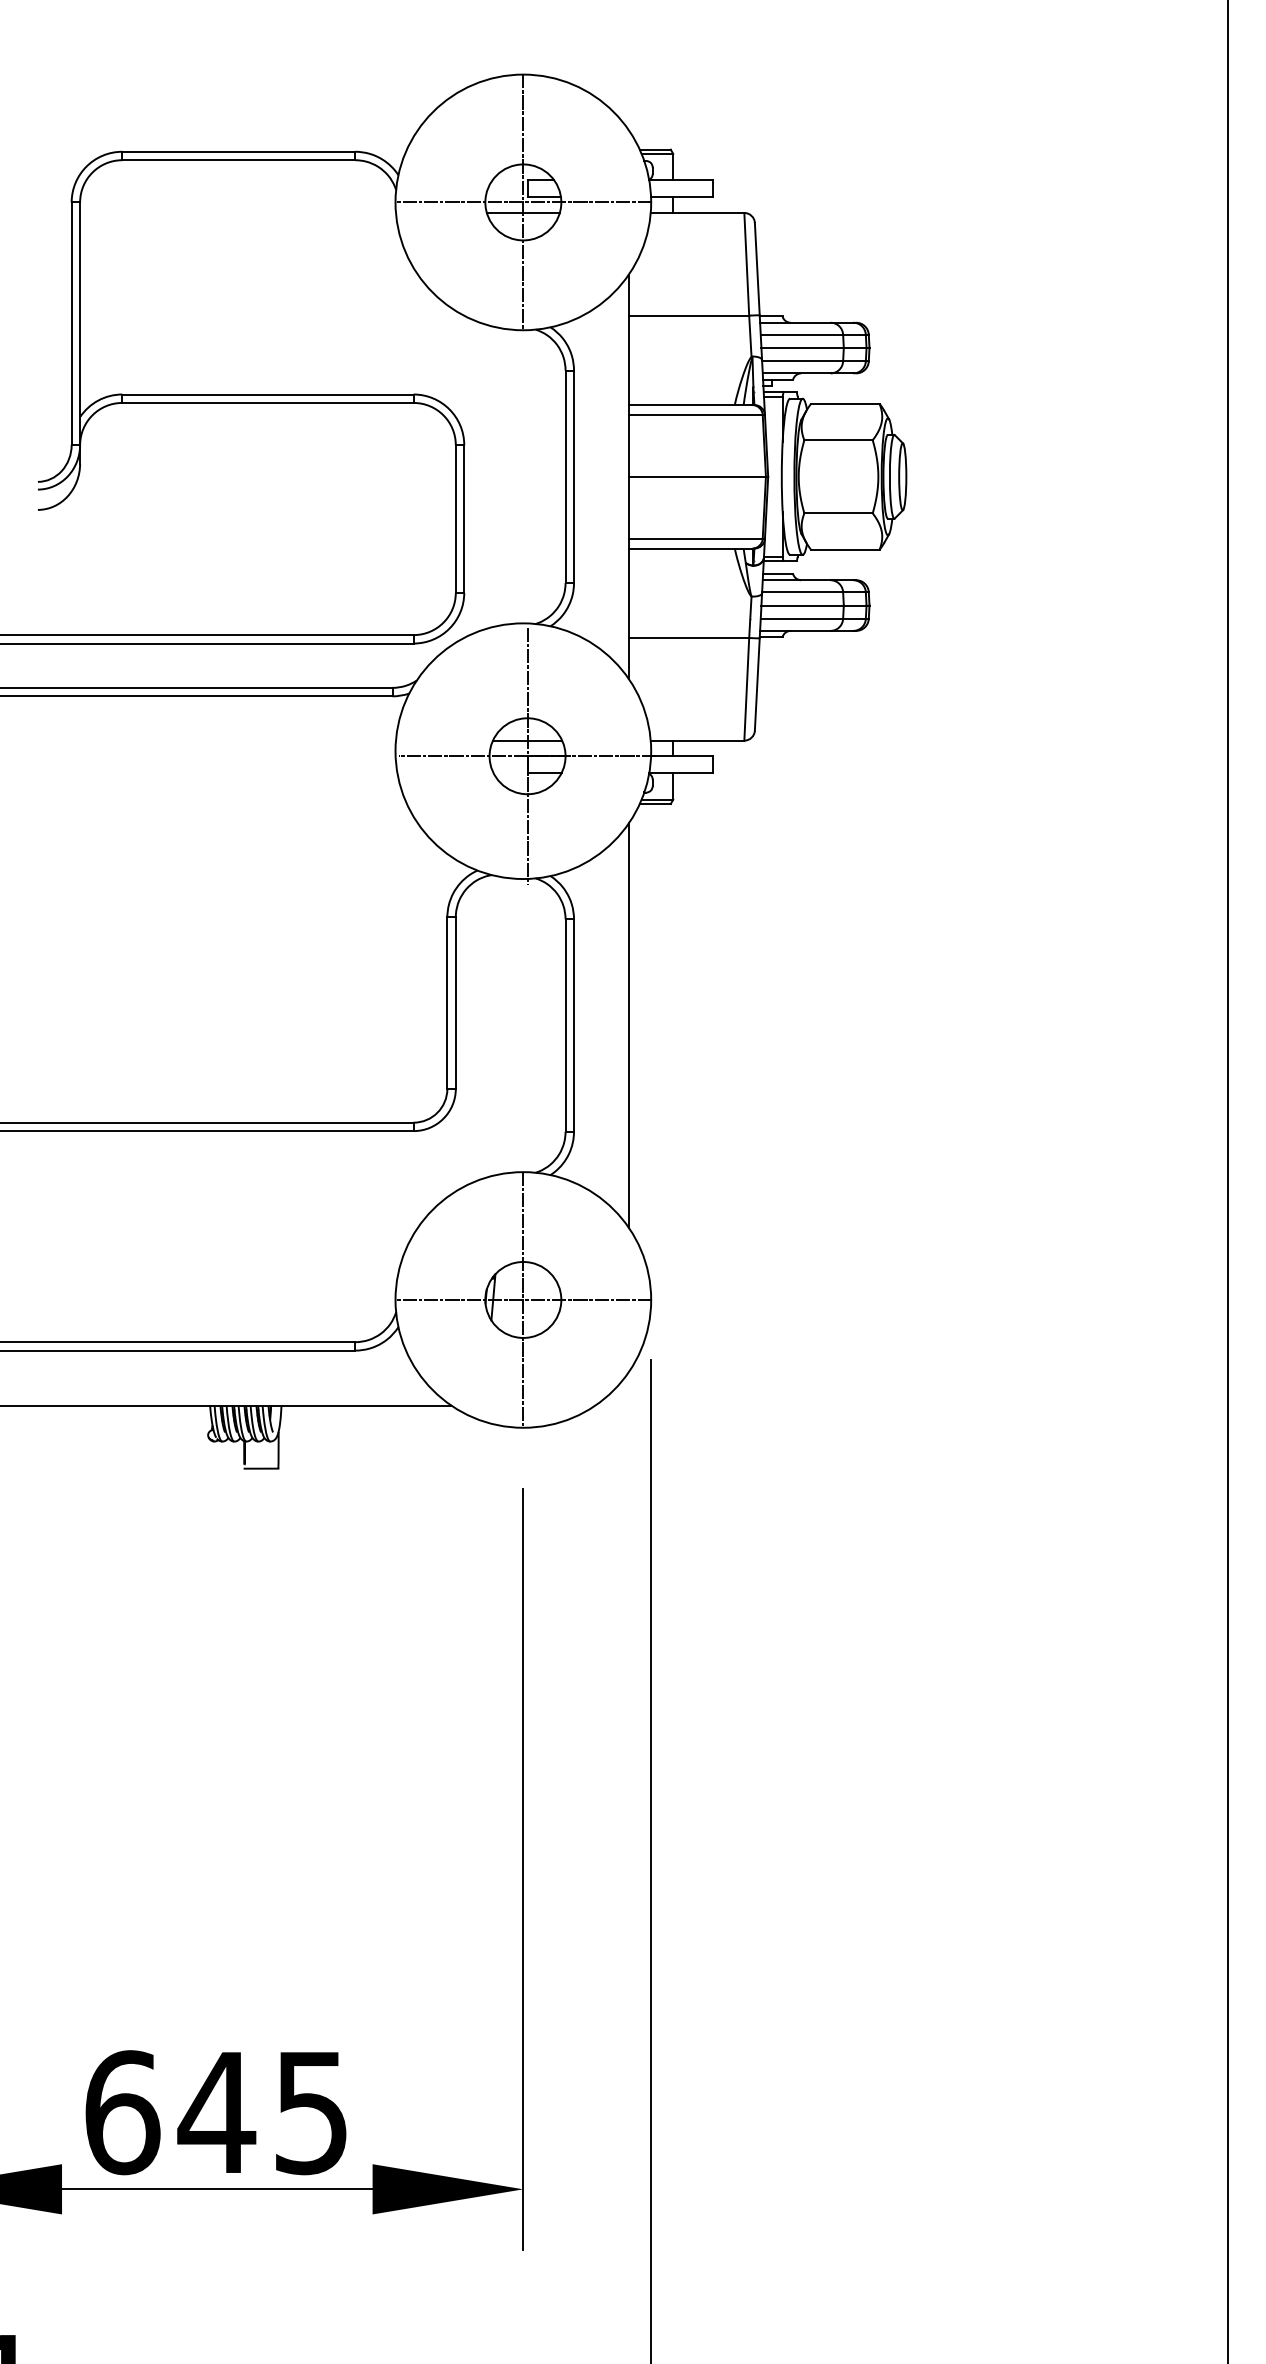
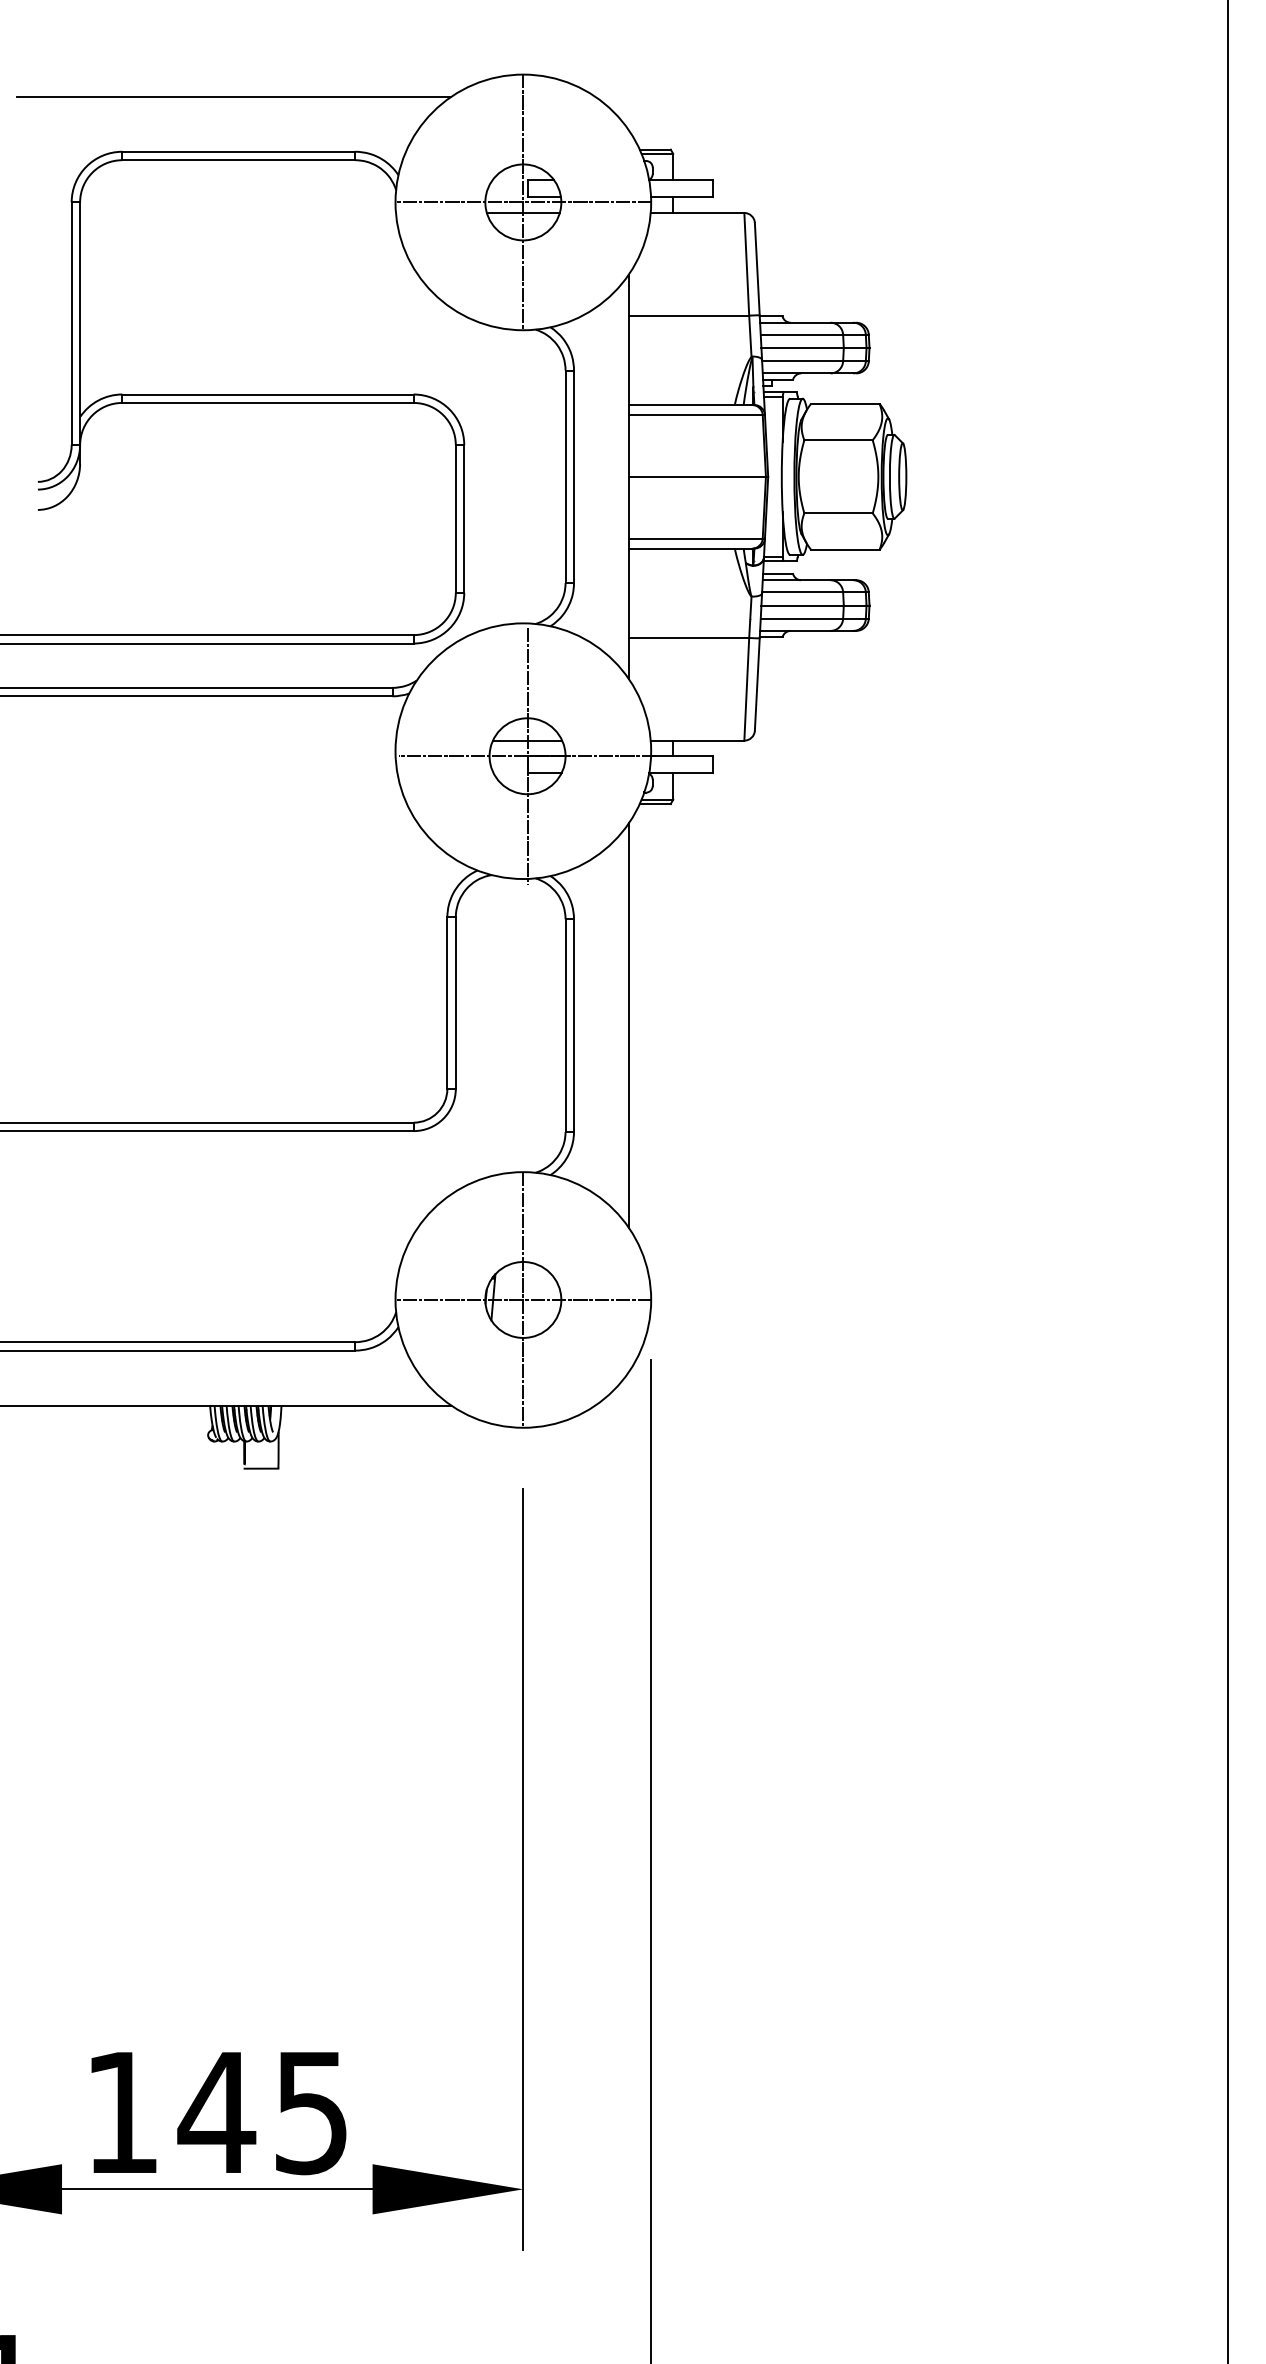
line at (233, 96): none -> present
text at (122, 2112): 645 -> 145
